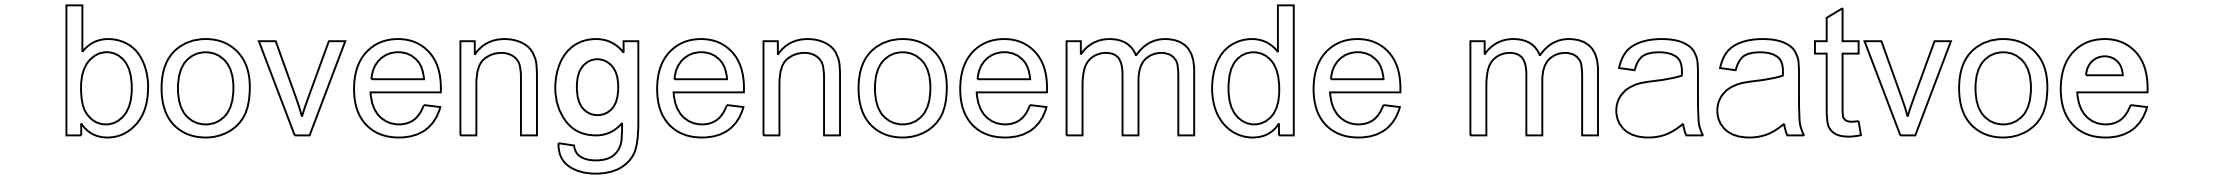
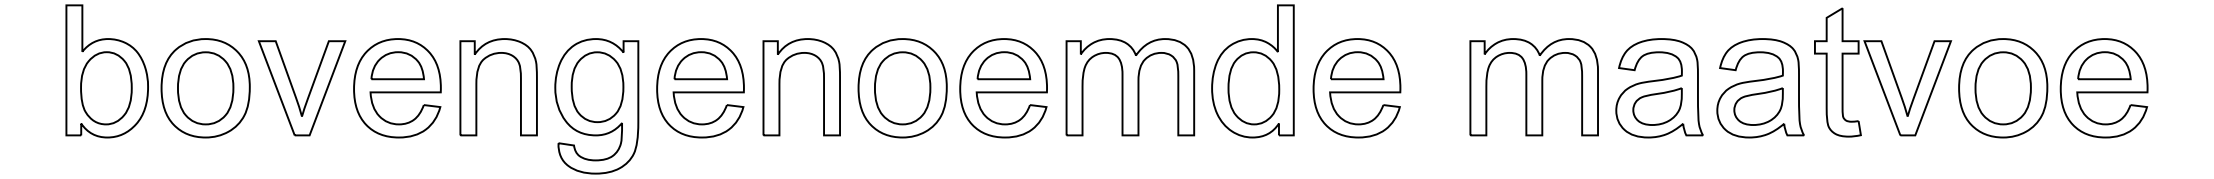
part at (2104, 65) size: 39x22 px -> 55x30 px
part at (597, 86) size: 44x58 px -> 55x72 px
part at (1657, 106): none -> present
part at (1758, 106): none -> present
